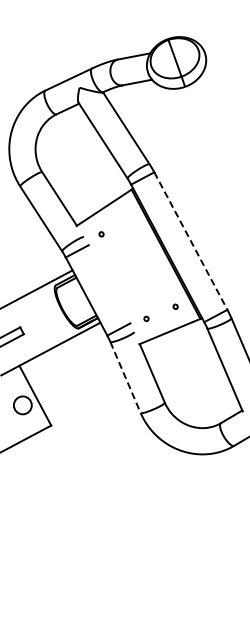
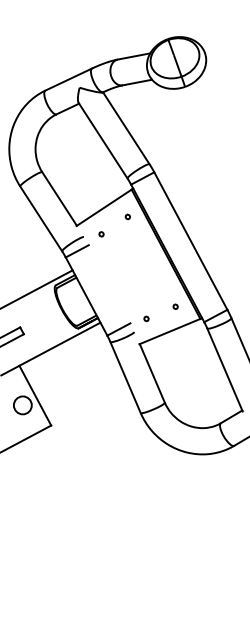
part at (127, 216): none -> present
line at (190, 241): dashed -> solid
line at (125, 377): dashed -> solid
